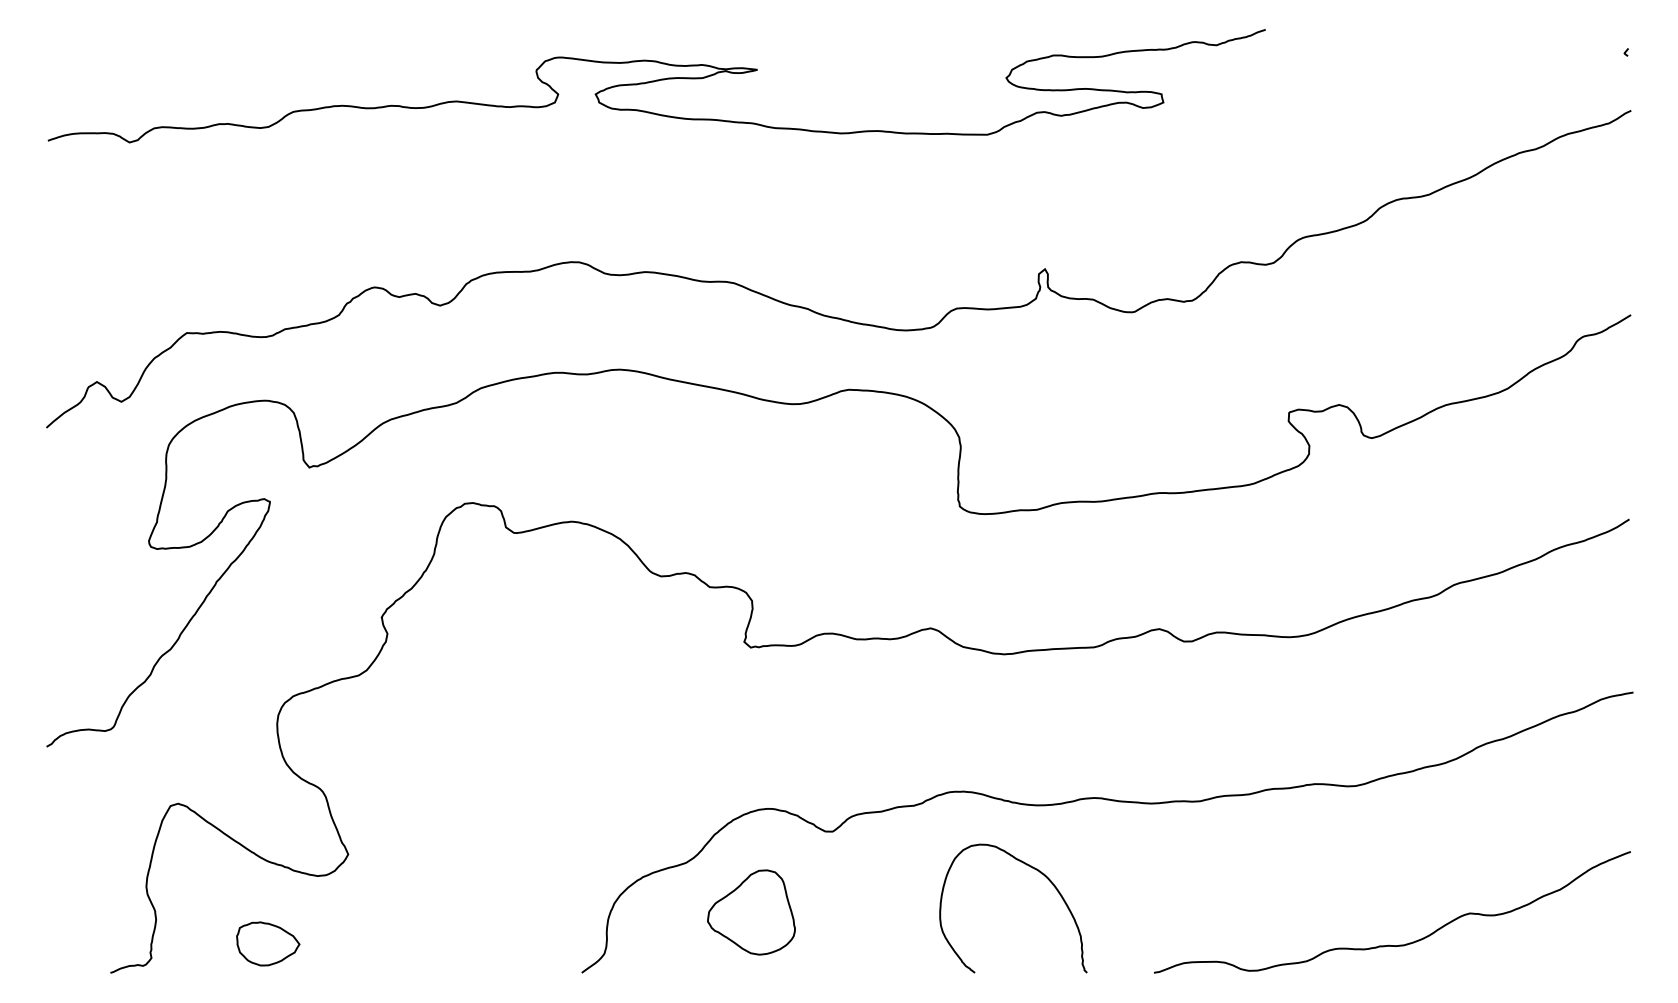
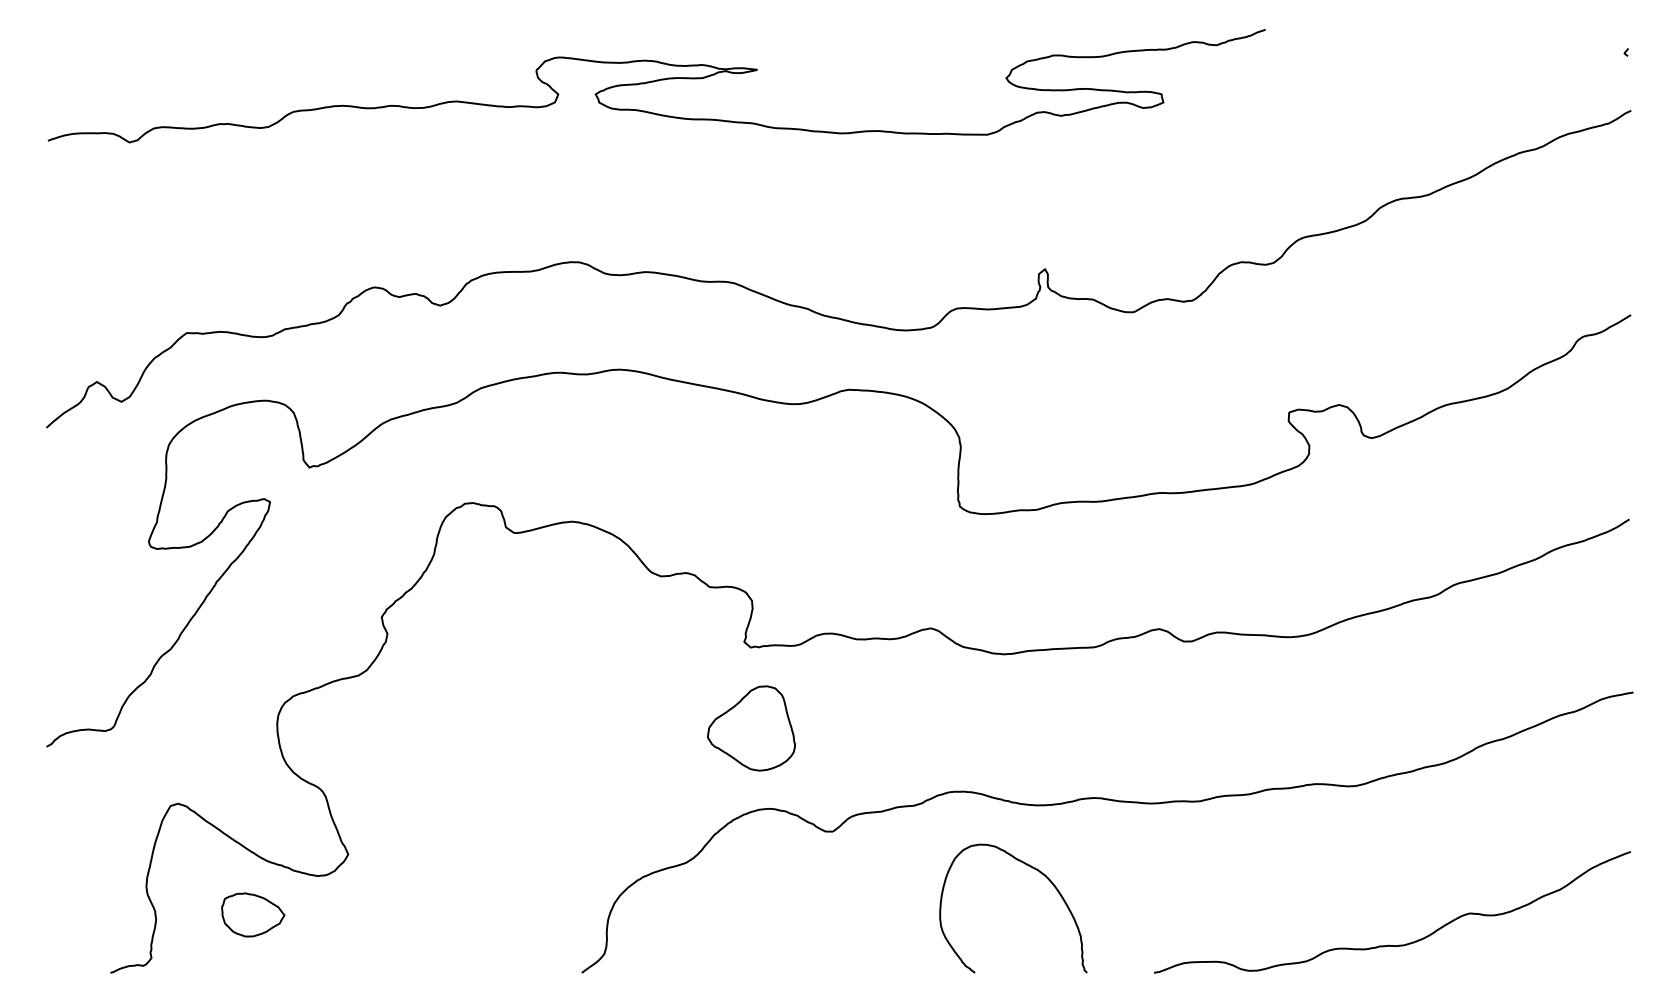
part at (751, 912) position: (751, 912) -> (751, 728)
part at (268, 943) position: (268, 943) -> (253, 914)
